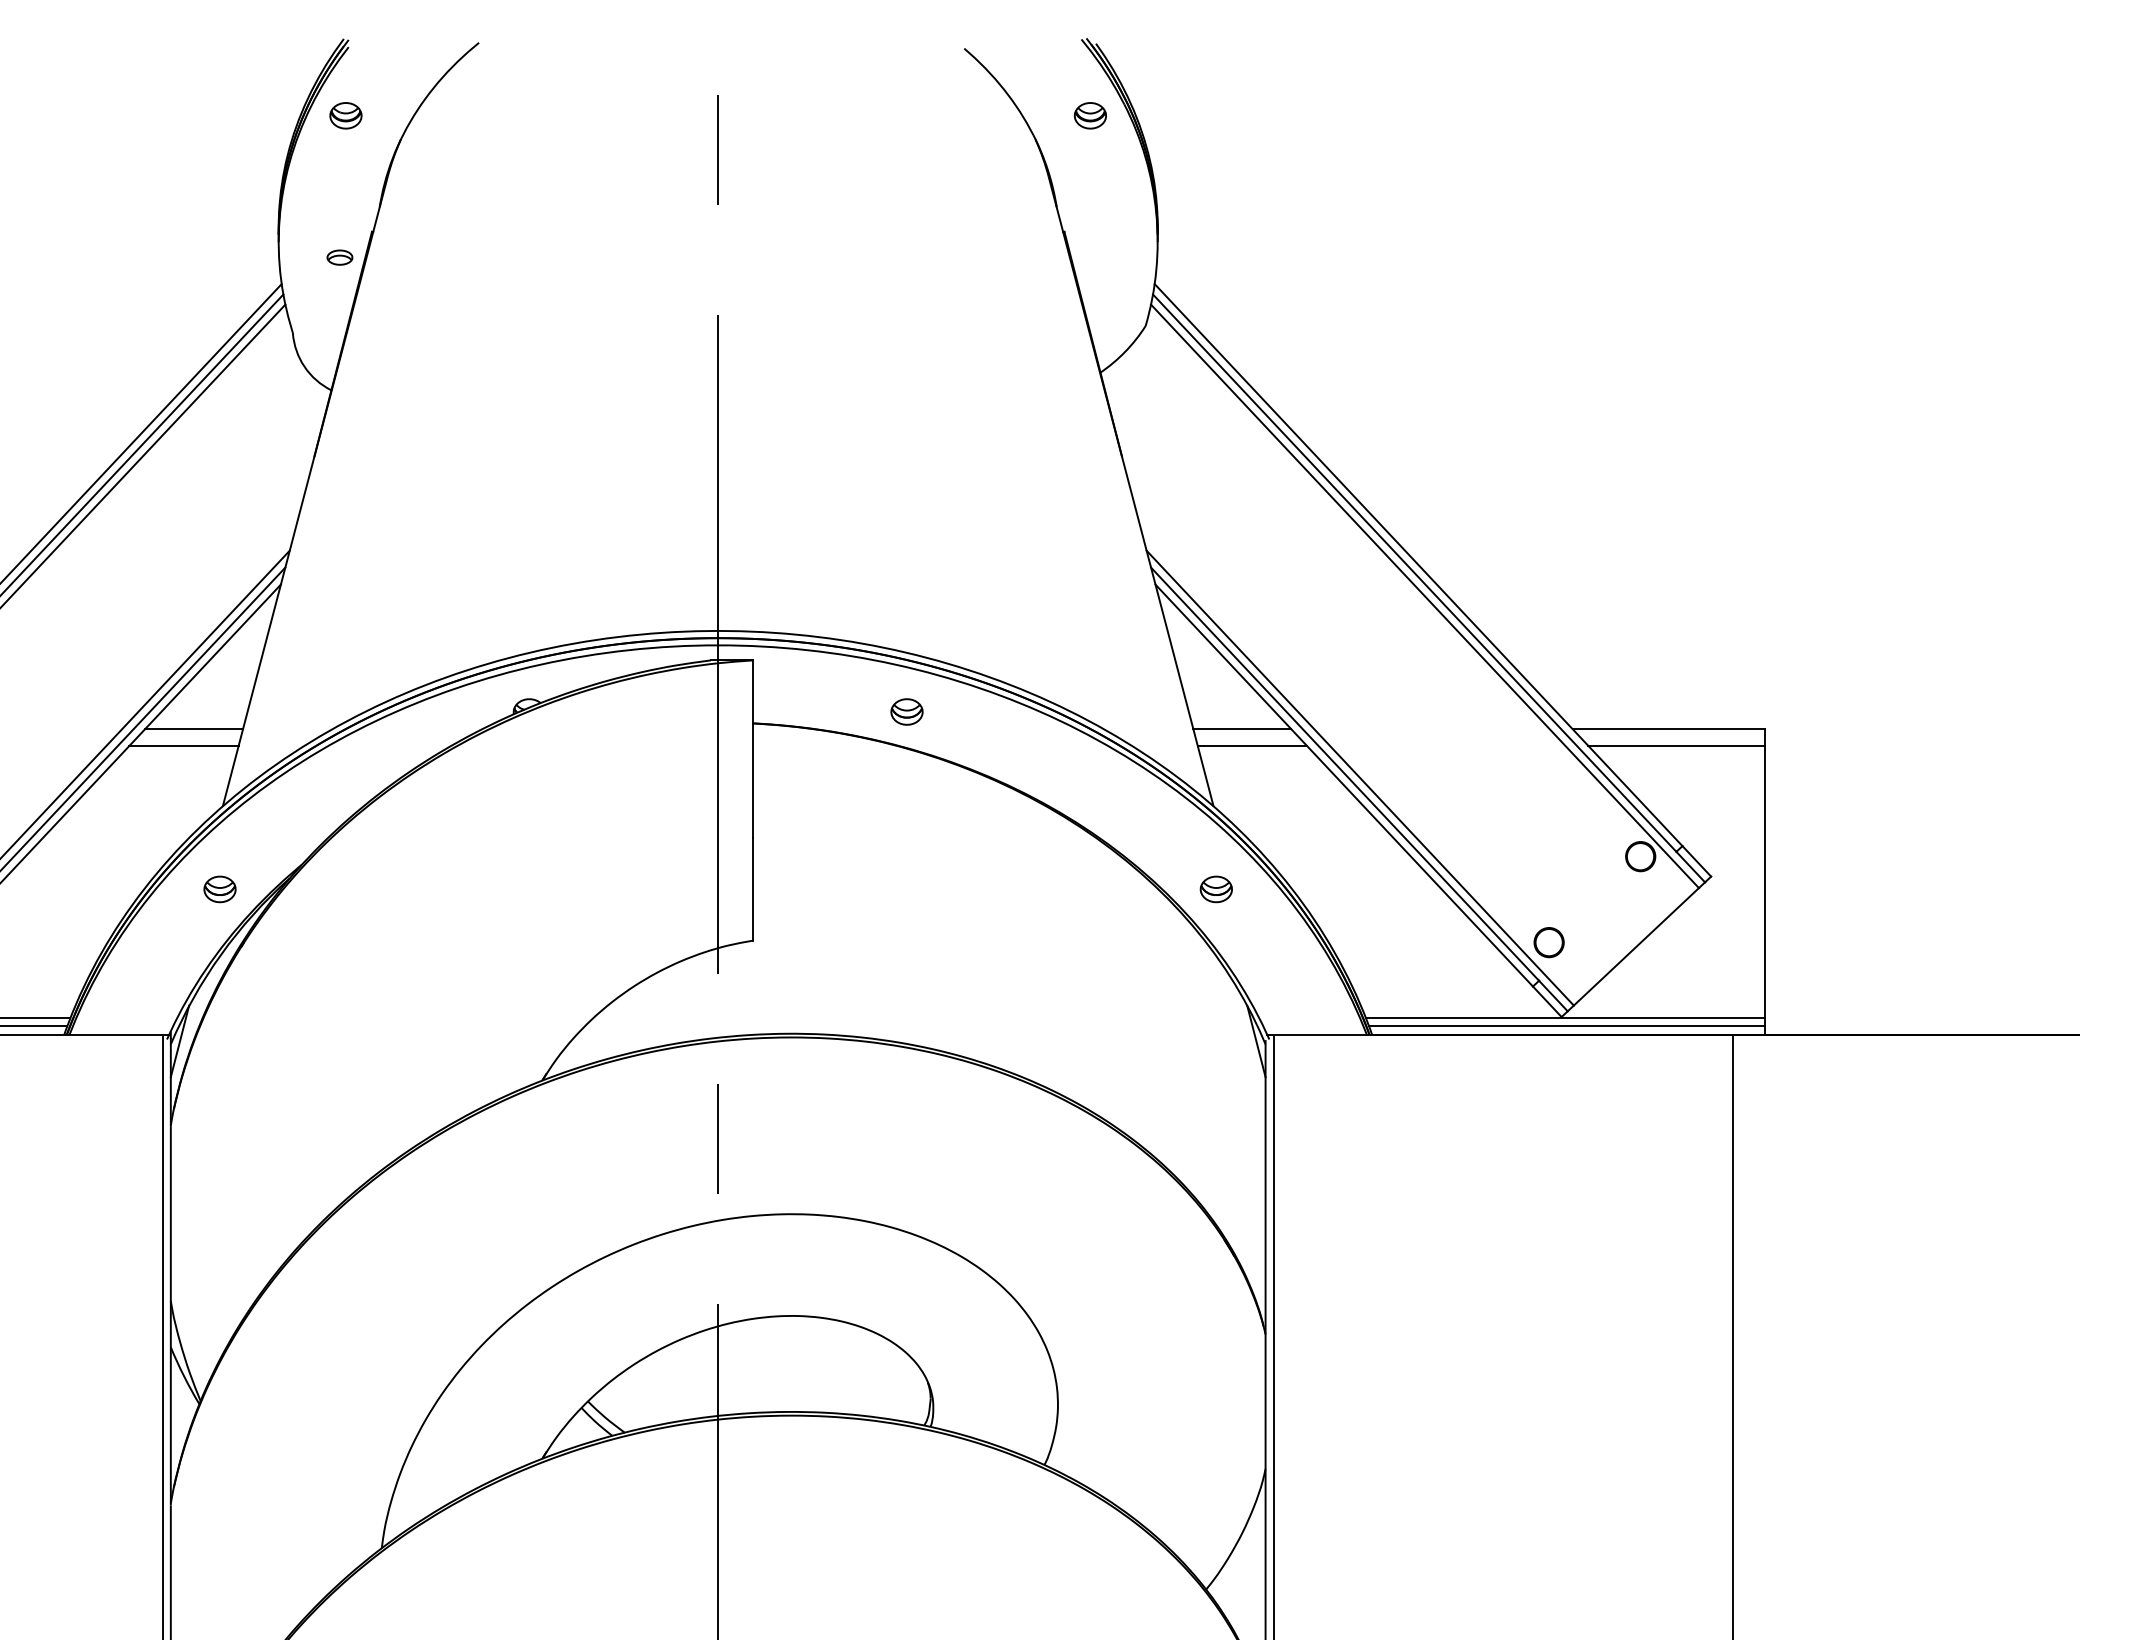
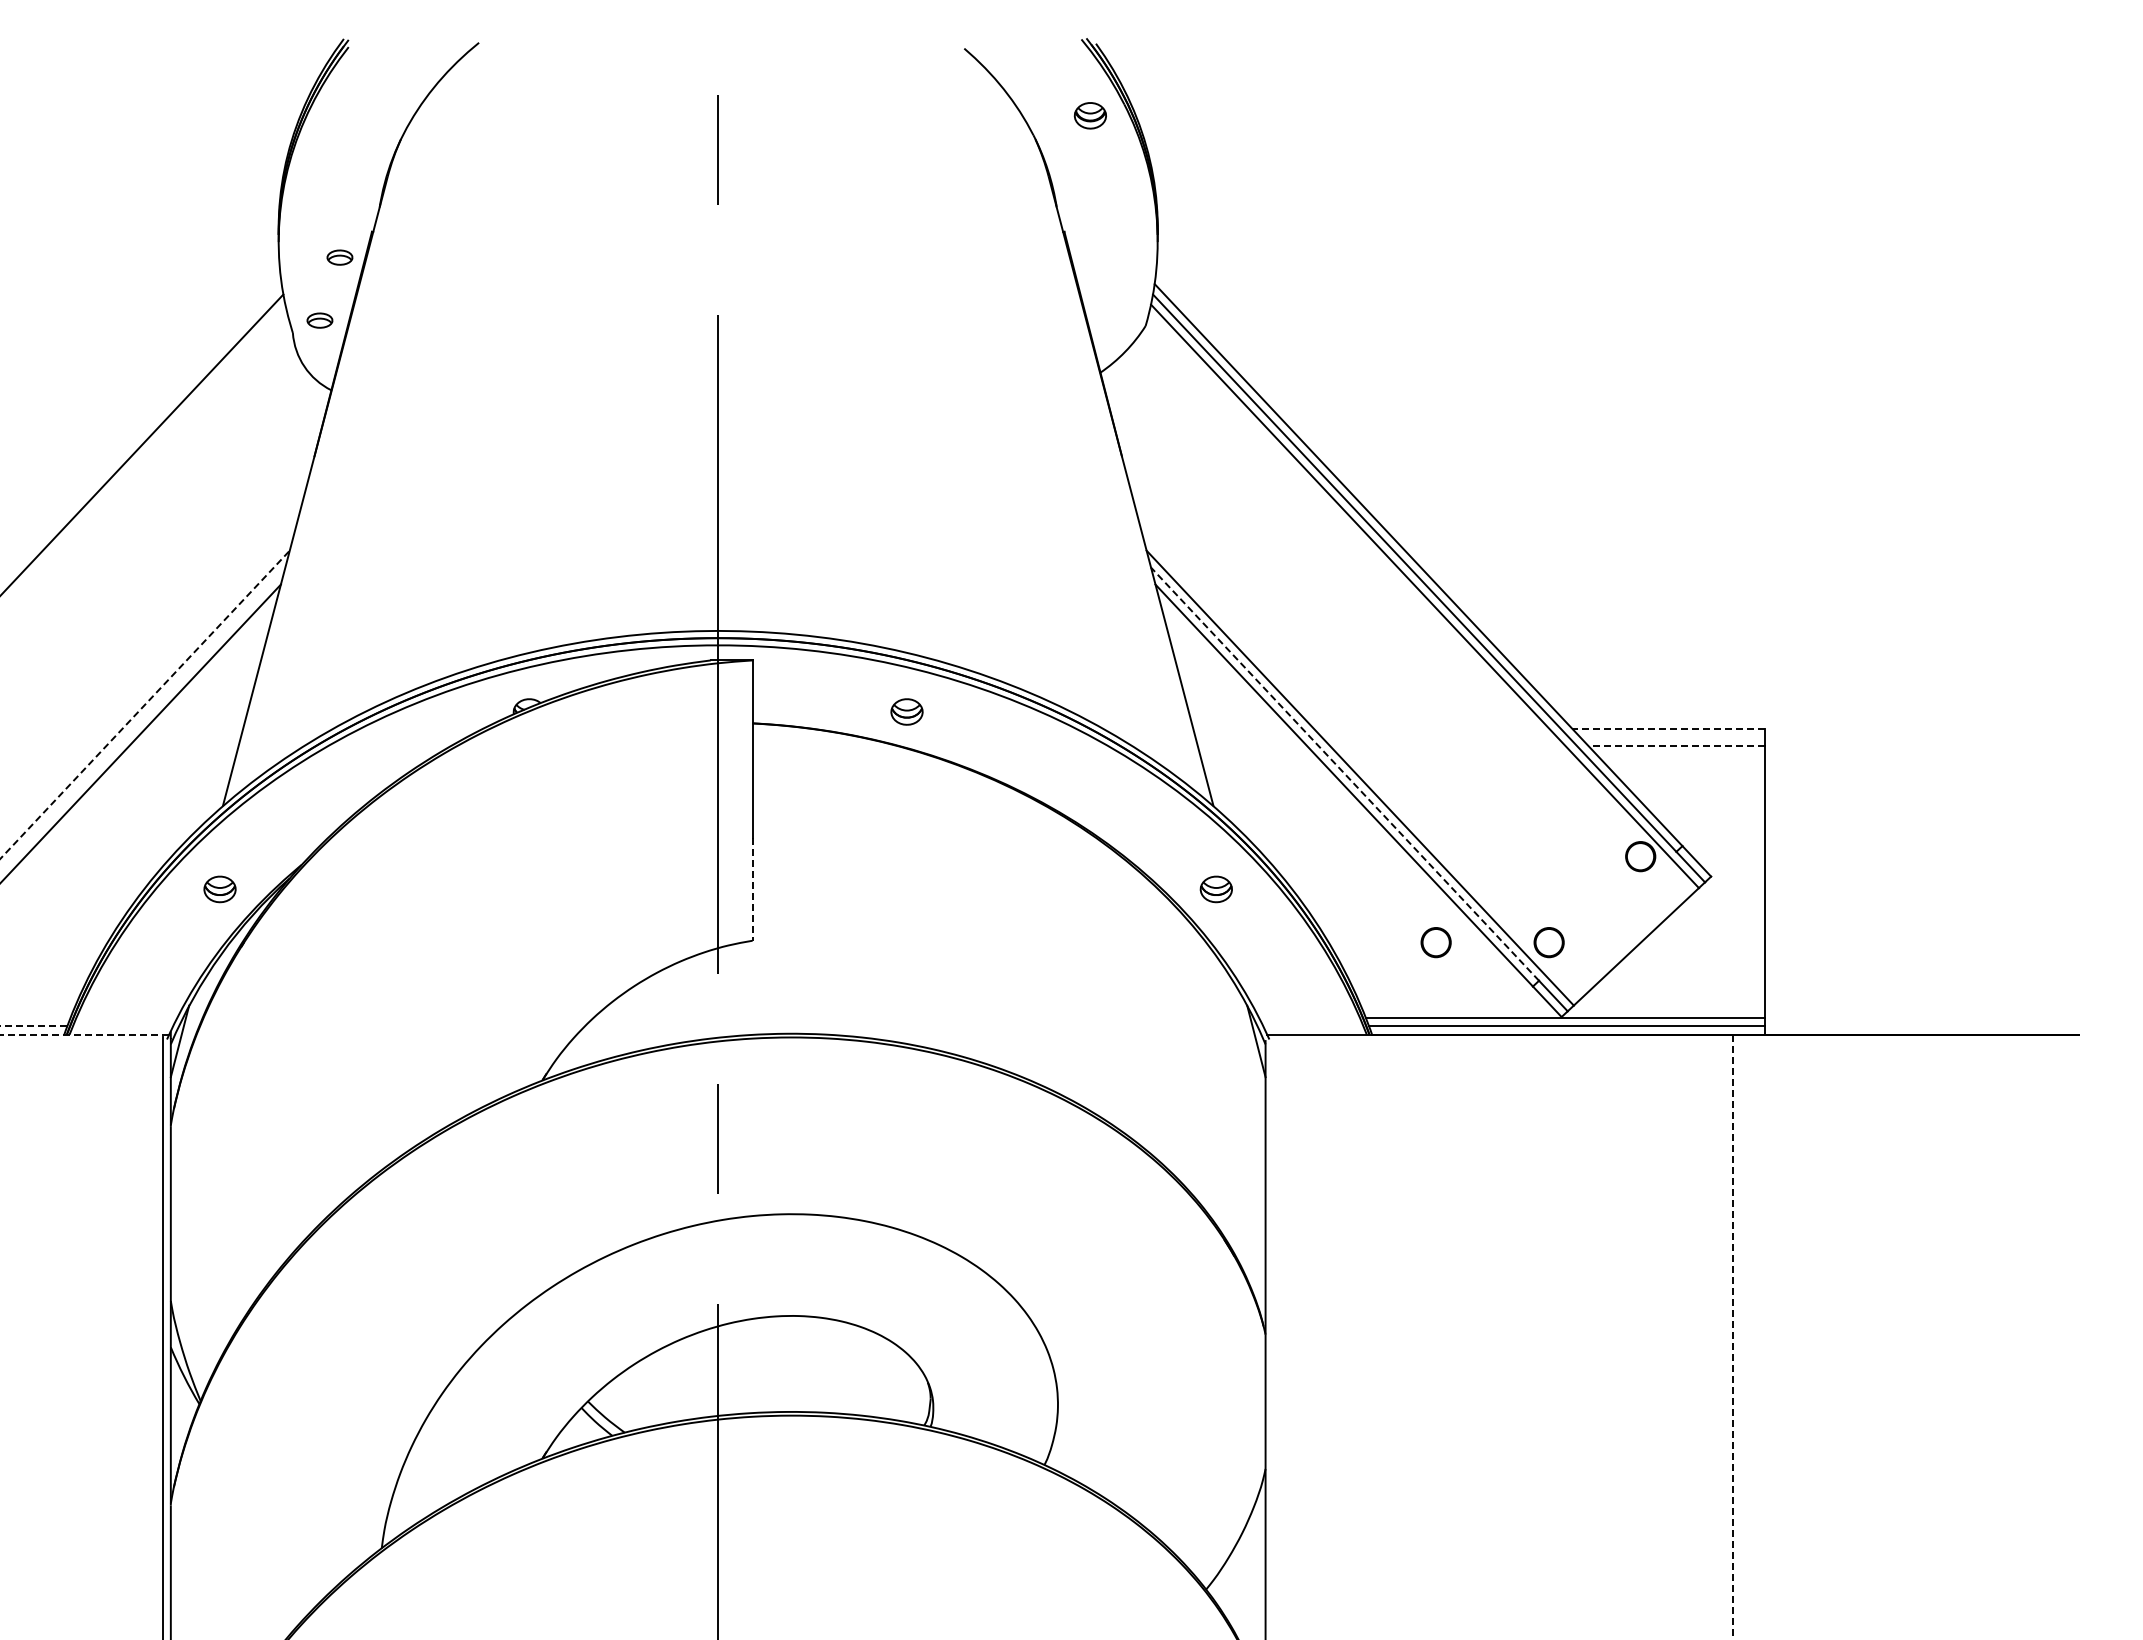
part at (345, 115): present -> none
part at (319, 320): none -> present
line at (141, 432): present -> none
line at (143, 454): present -> none
line at (145, 704): solid -> dashed
line at (143, 718): present -> none
line at (194, 729): present -> none
line at (1242, 729): present -> none
line at (1668, 729): solid -> dashed
line at (183, 745): present -> none
line at (1251, 745): present -> none
line at (1676, 745): solid -> dashed
line at (1344, 773): solid -> dashed
line at (752, 889): solid -> dashed
circle at (1435, 942): none -> present
line at (36, 1017): present -> none
line at (33, 1026): solid -> dashed
line at (84, 1034): solid -> dashed
line at (1273, 1336): present -> none
line at (1733, 1337): solid -> dashed
